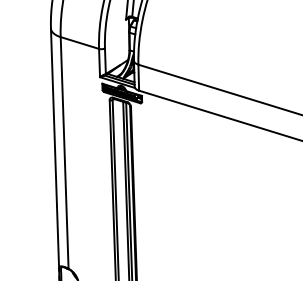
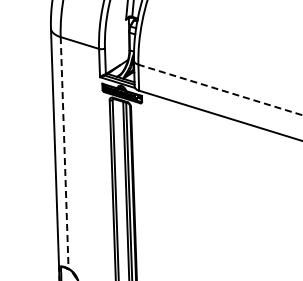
line at (220, 89): solid -> dashed
line at (64, 152): solid -> dashed
